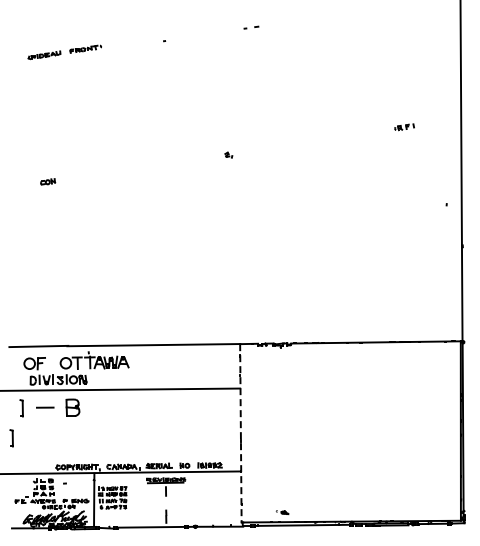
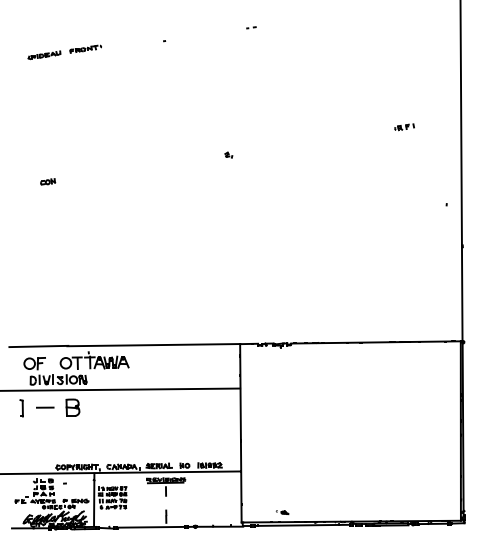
part at (251, 27) size: 17x5 px -> 11x4 px
line at (240, 433): dashed -> solid
part at (11, 438): present -> none
